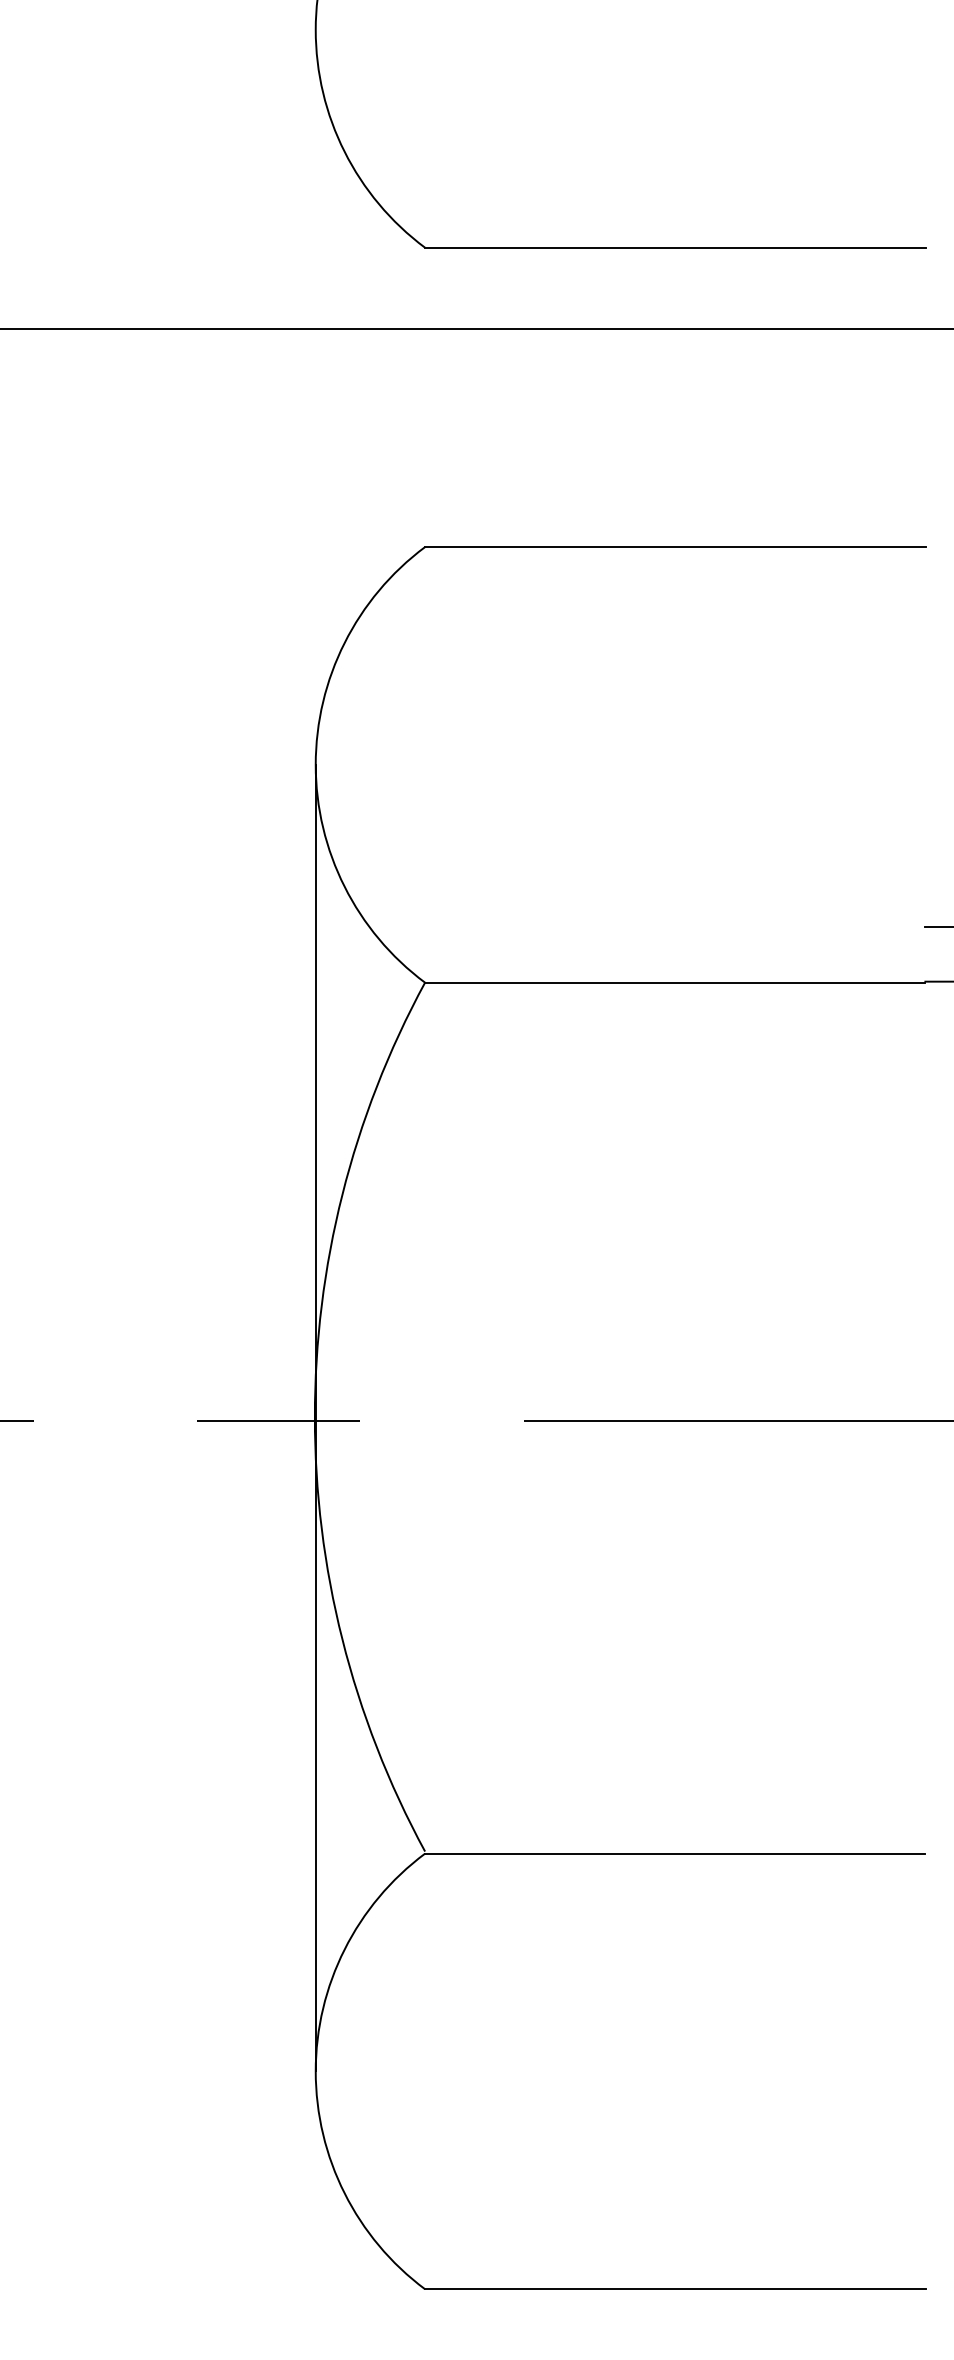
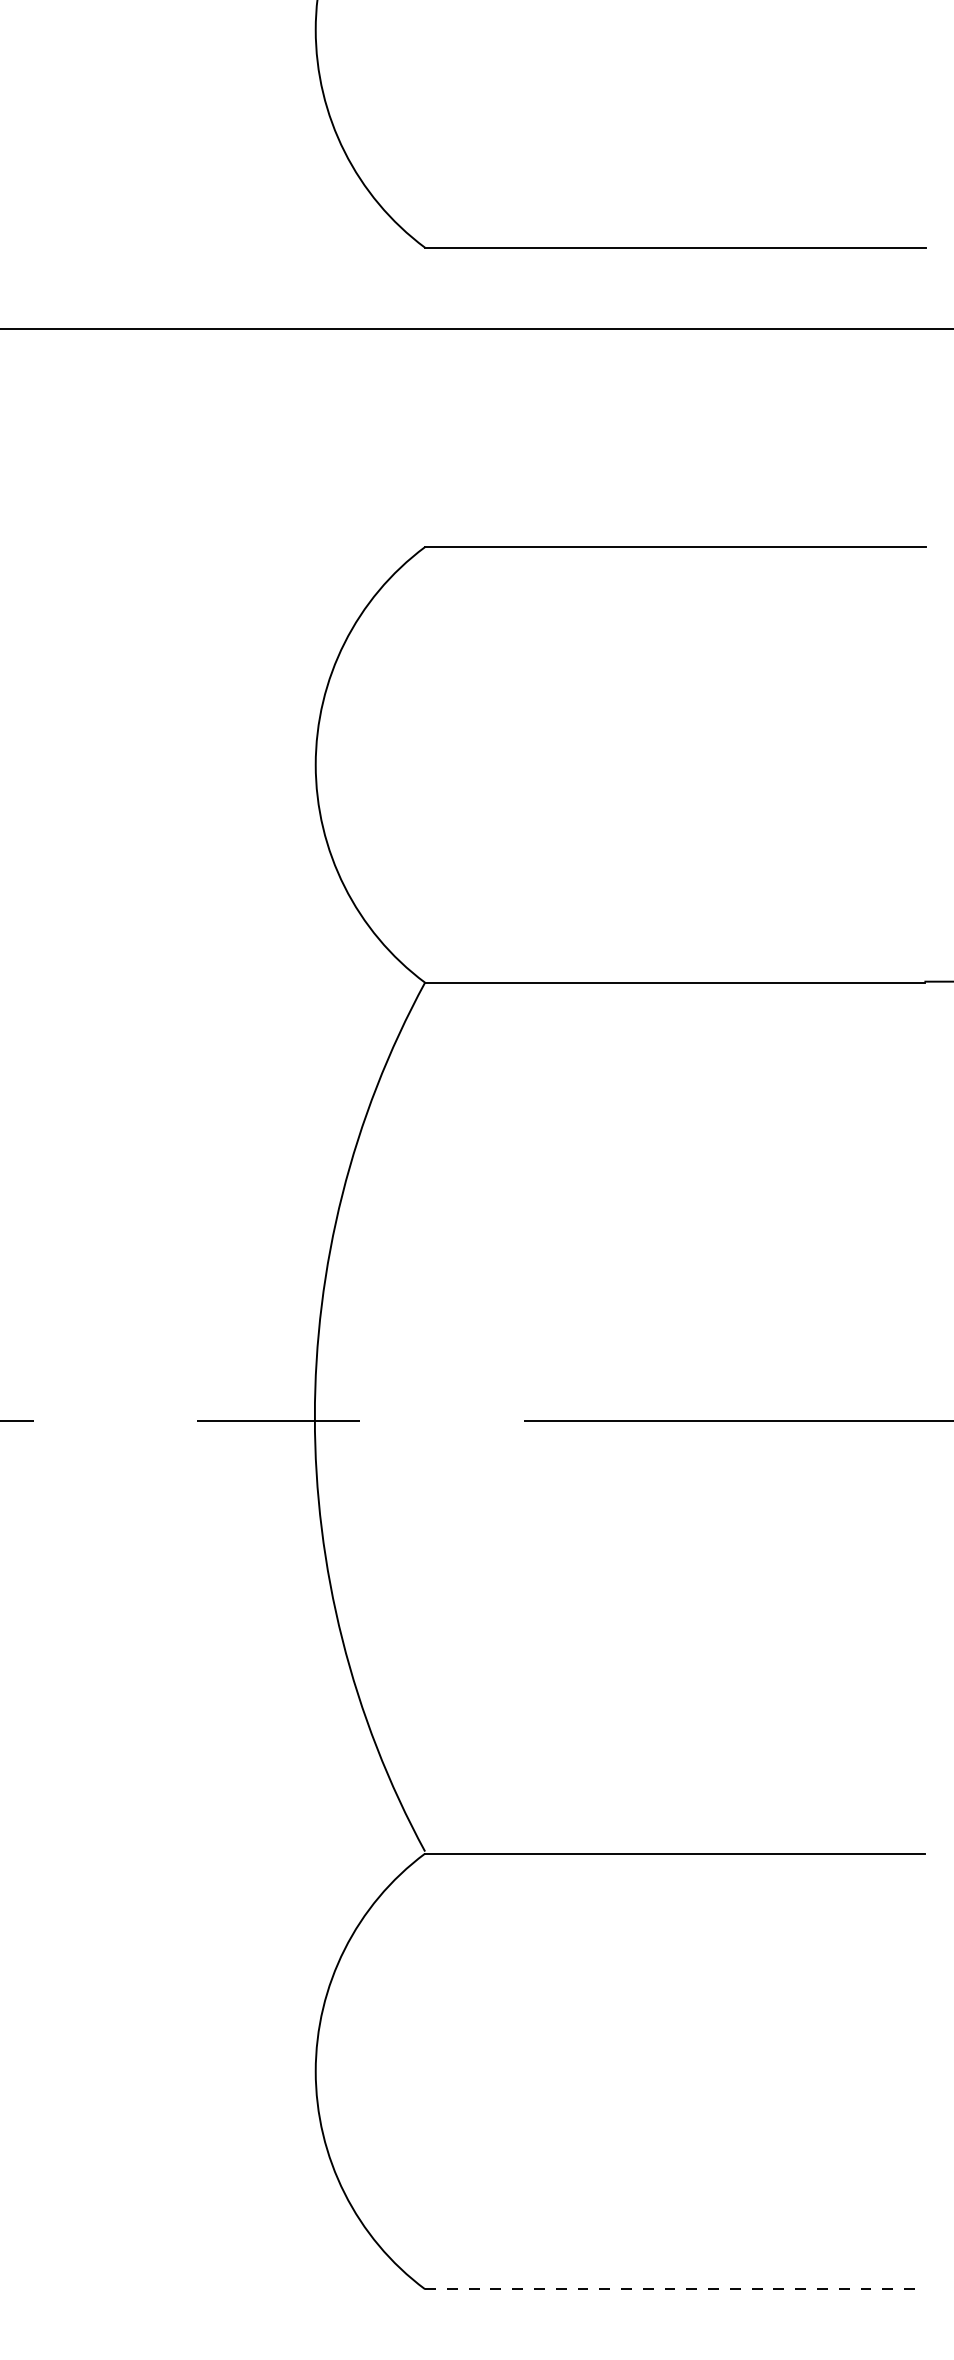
line at (937, 927): present -> none
line at (315, 1417): present -> none
line at (675, 2289): solid -> dashed
